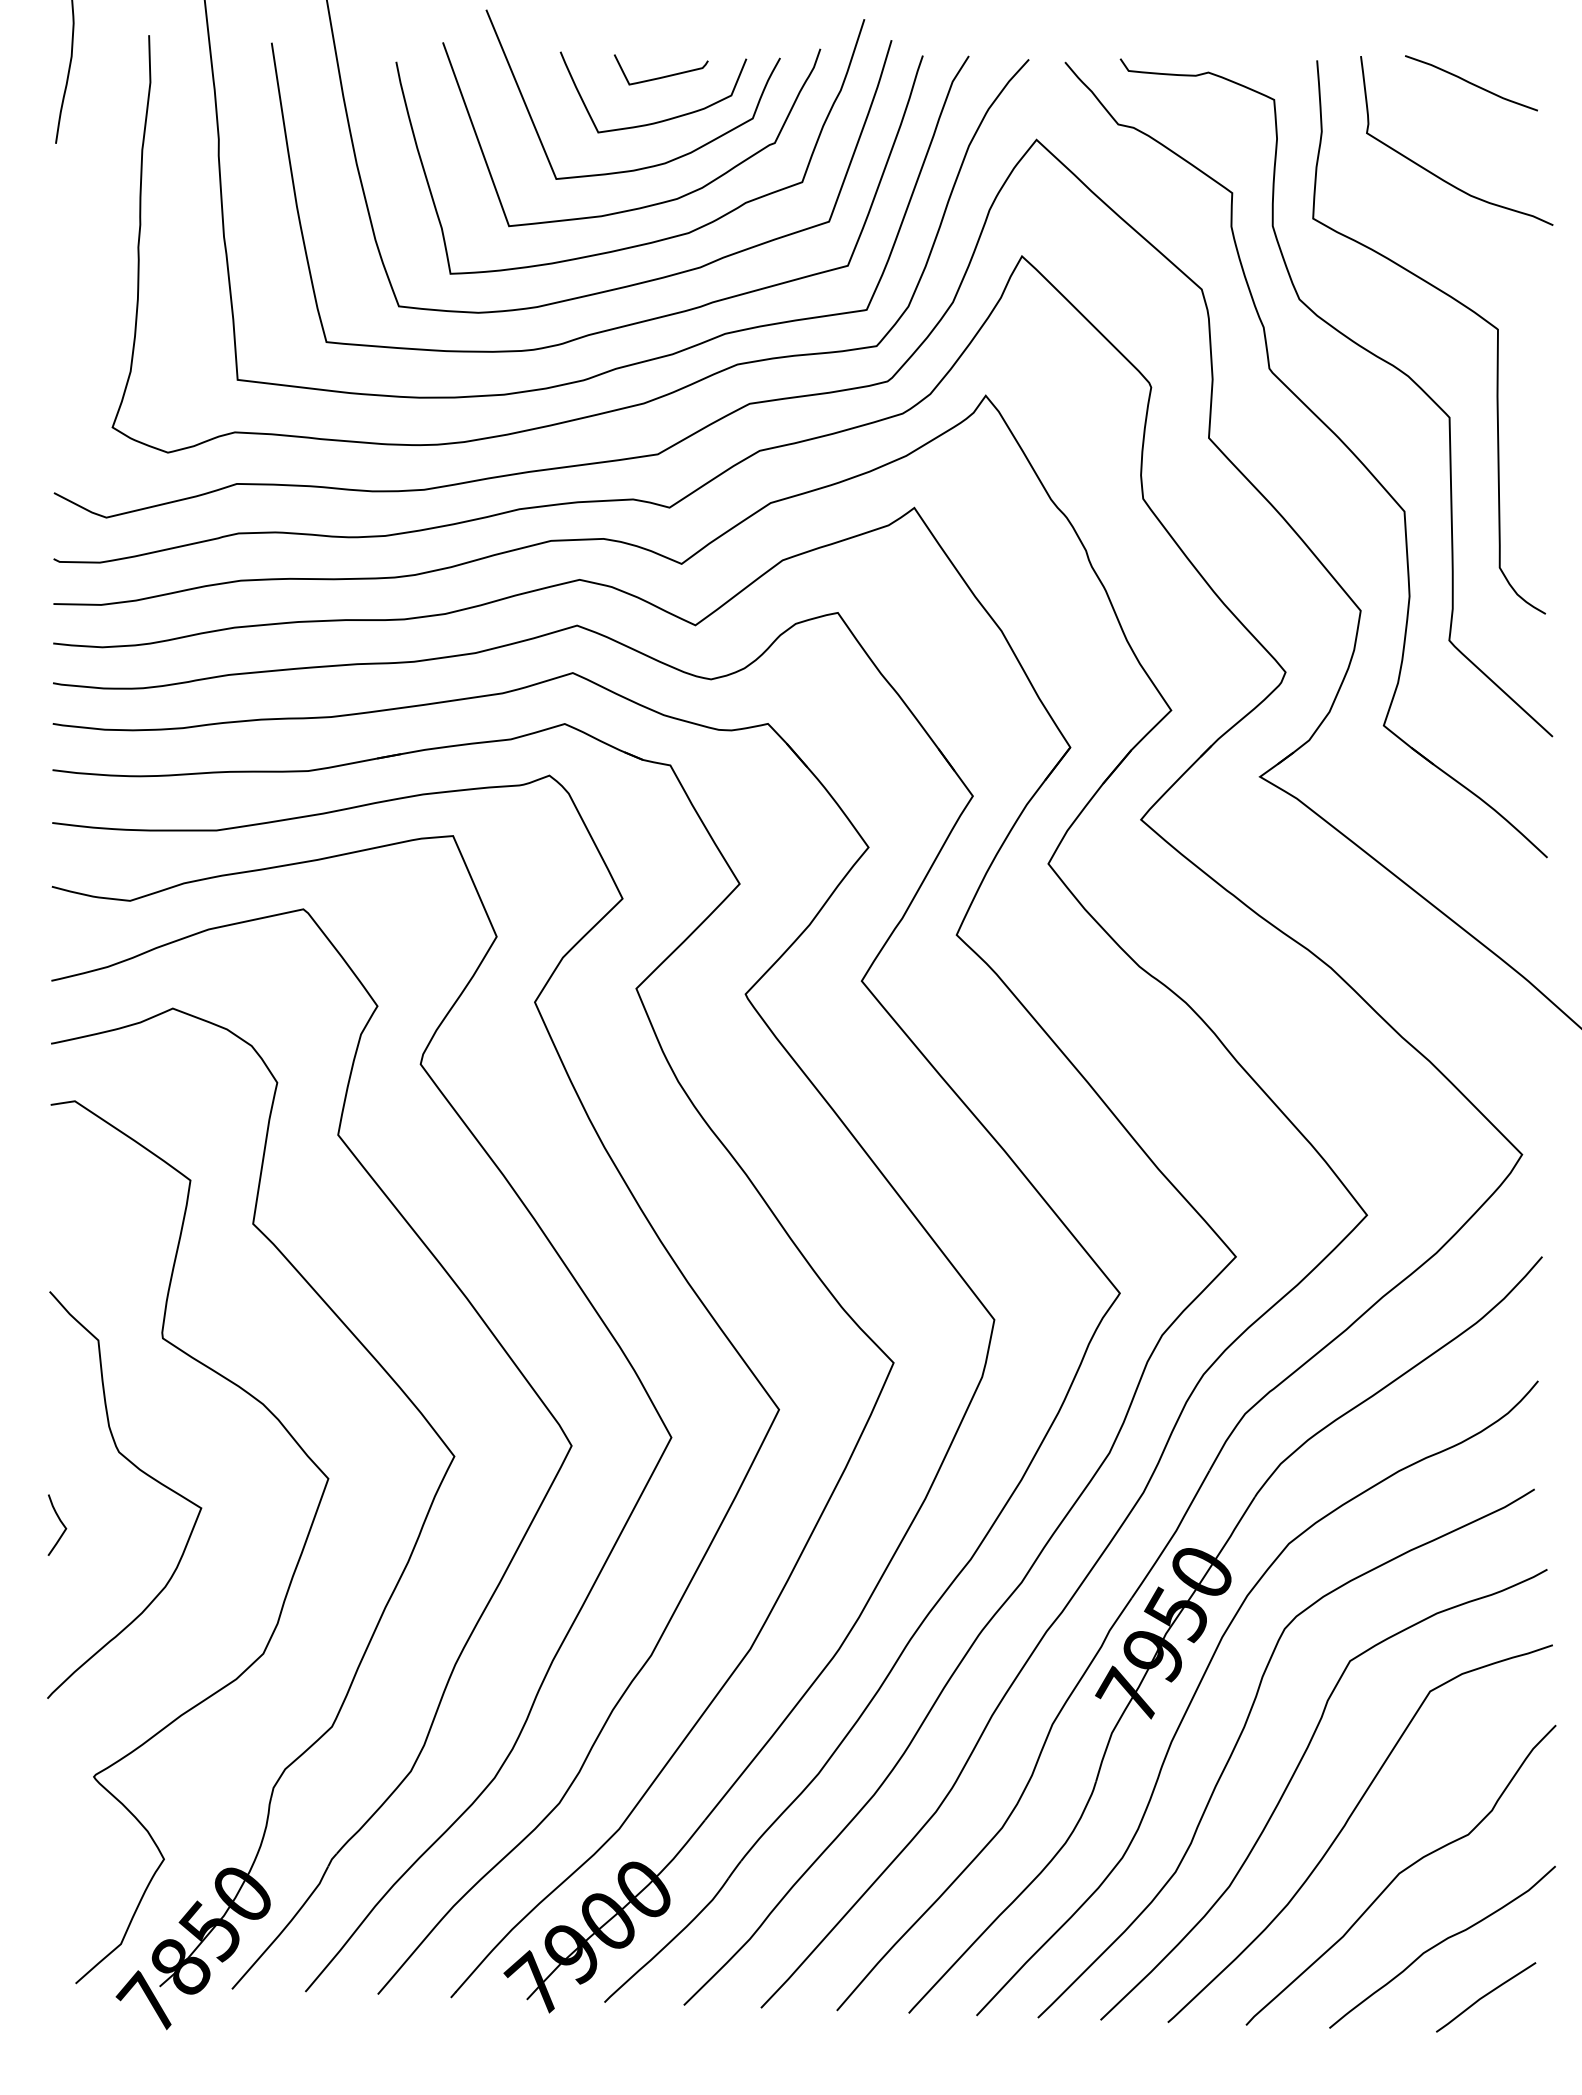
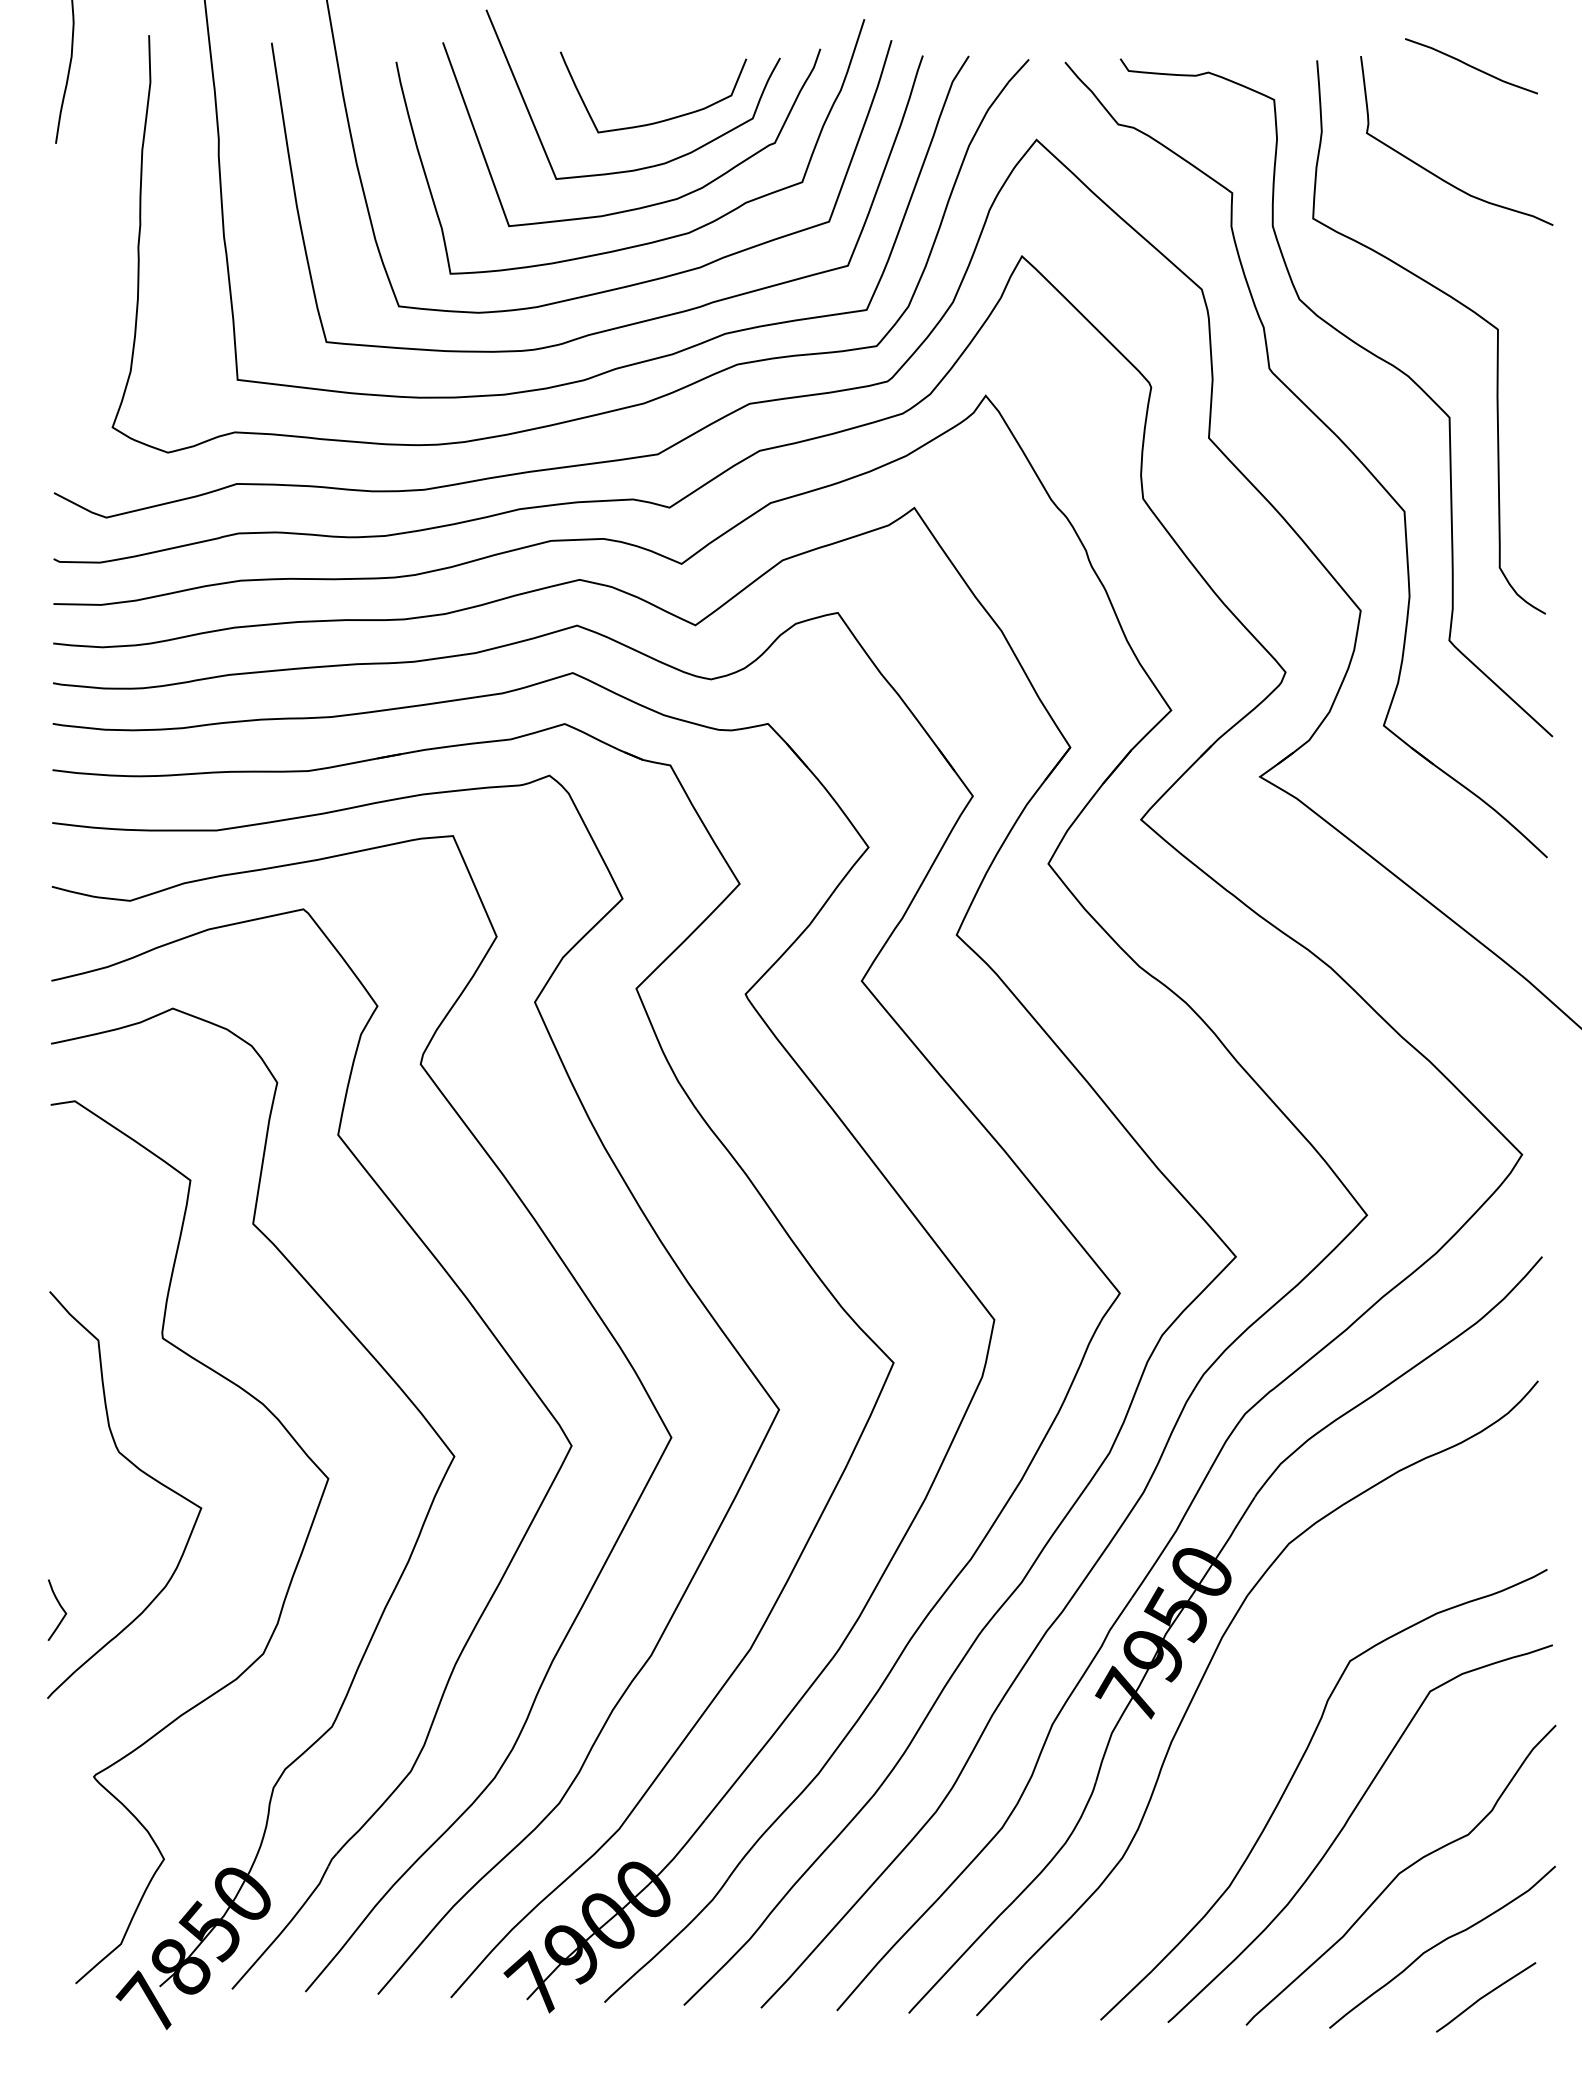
curve at (661, 76): present -> none
curve at (1471, 83) position: (1471, 83) -> (1471, 66)
curve at (60, 1522) position: (60, 1522) -> (60, 1607)
curve at (1243, 1731): present -> none
